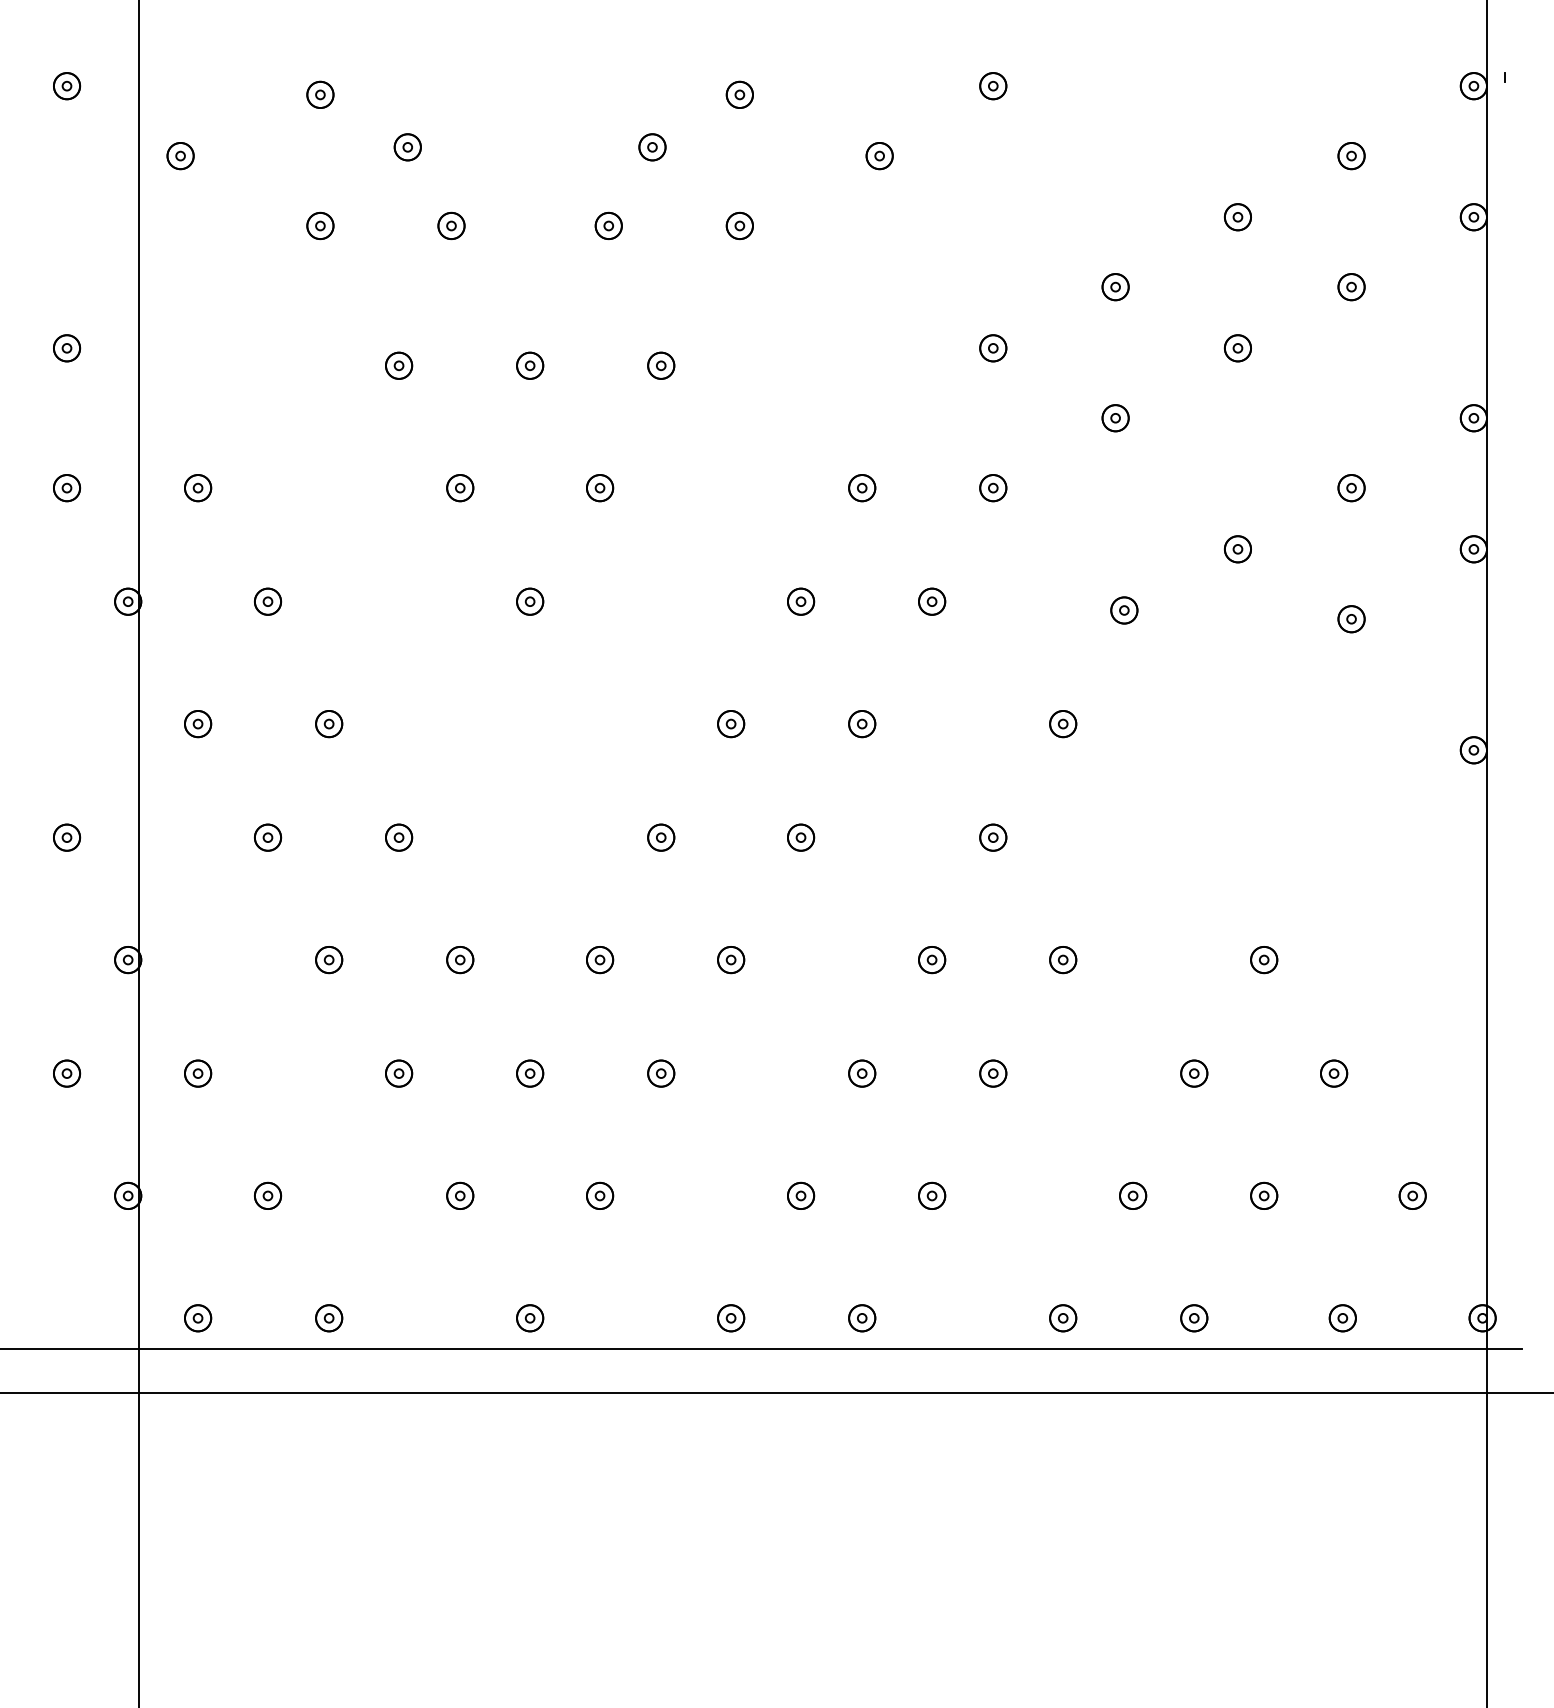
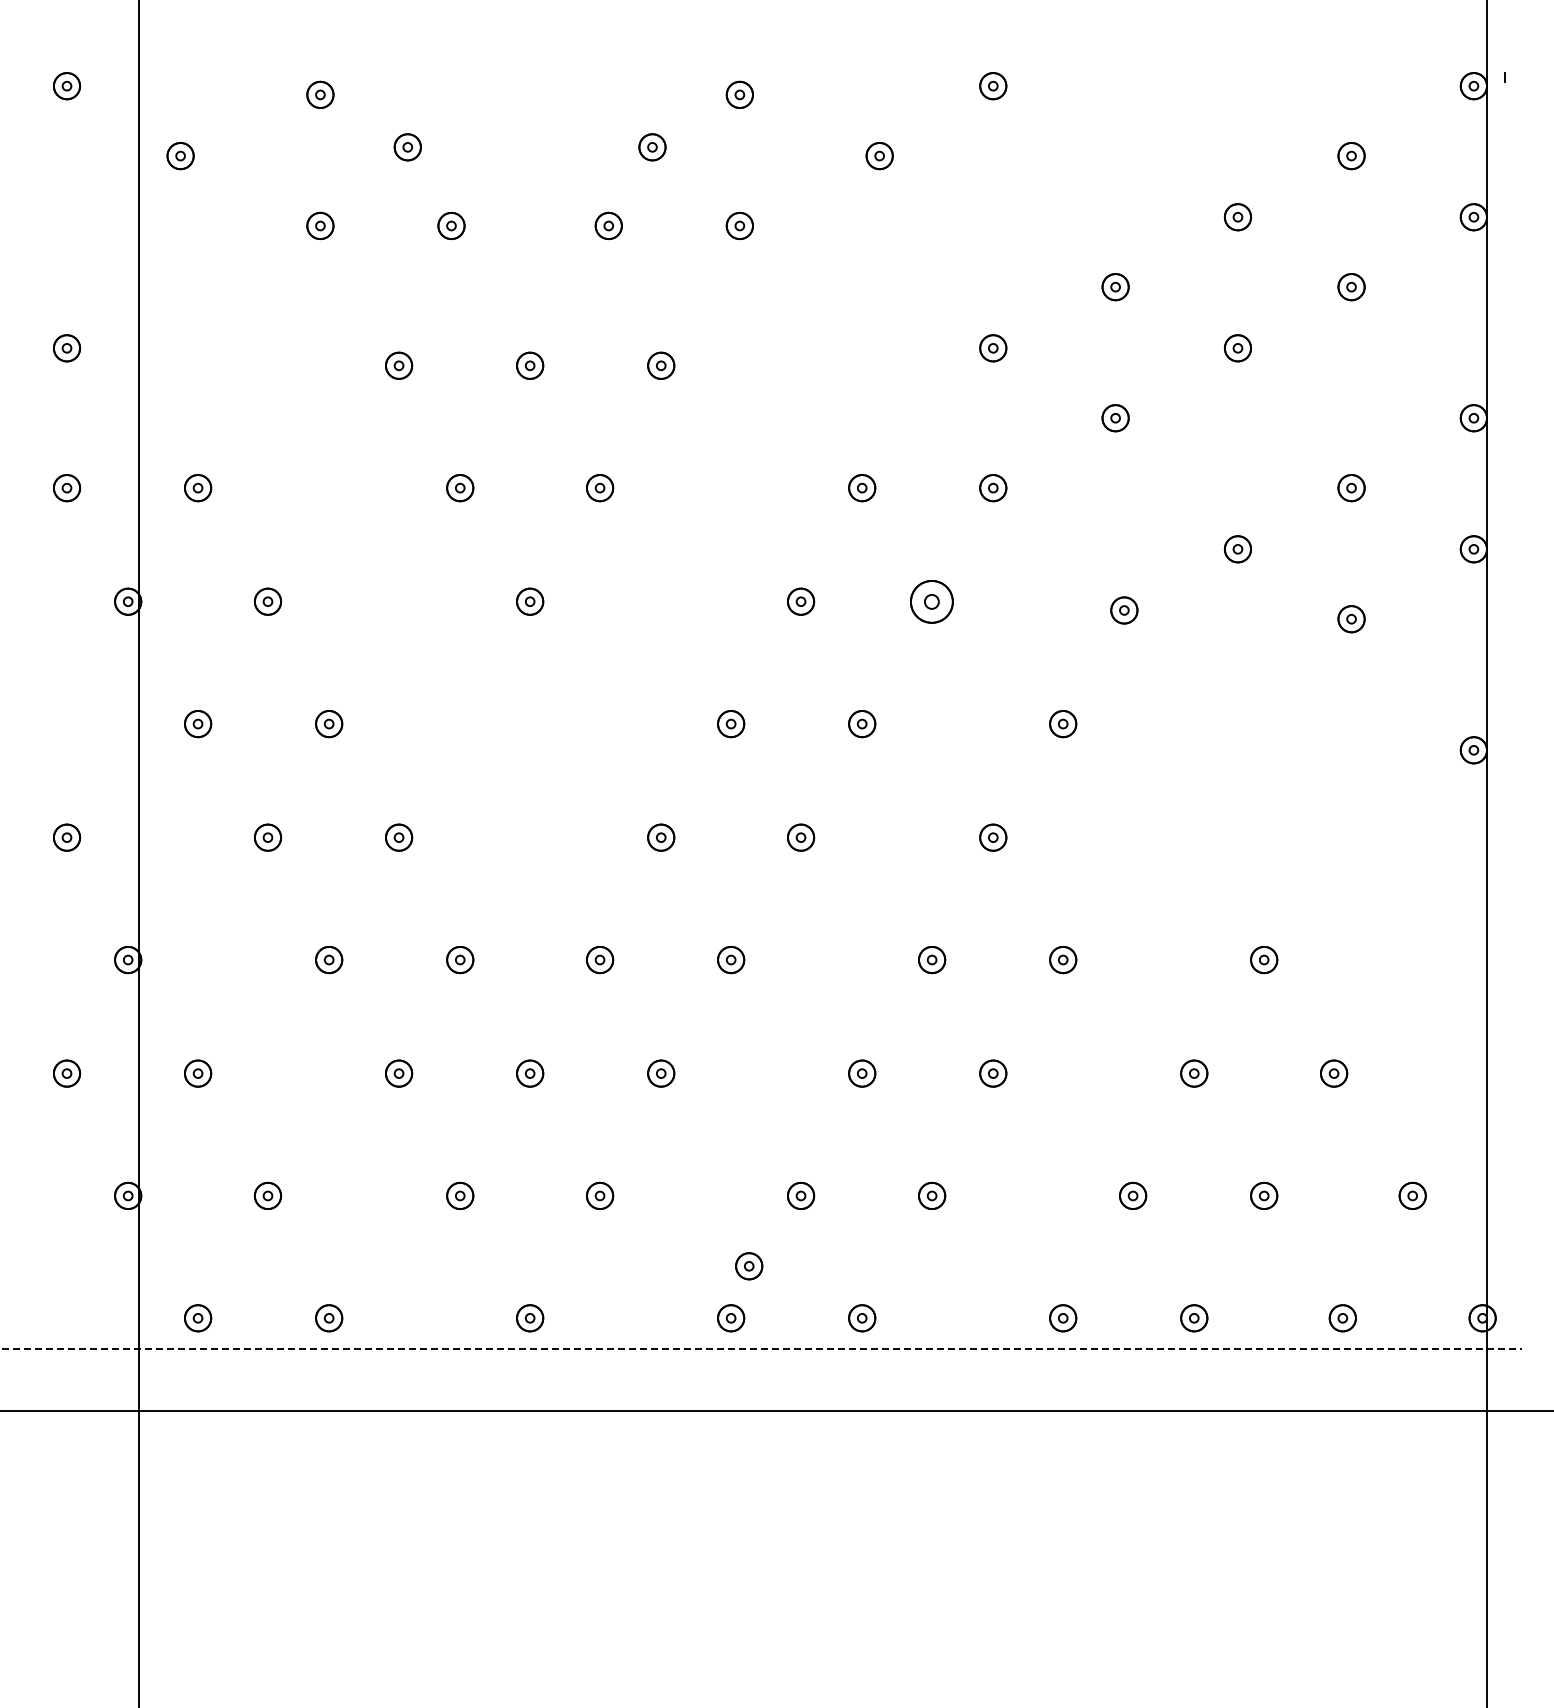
part at (932, 601) size: 29x29 px -> 44x44 px
part at (749, 1266): none -> present
line at (761, 1348): solid -> dashed
line at (776, 1392) position: (776, 1392) -> (776, 1410)
